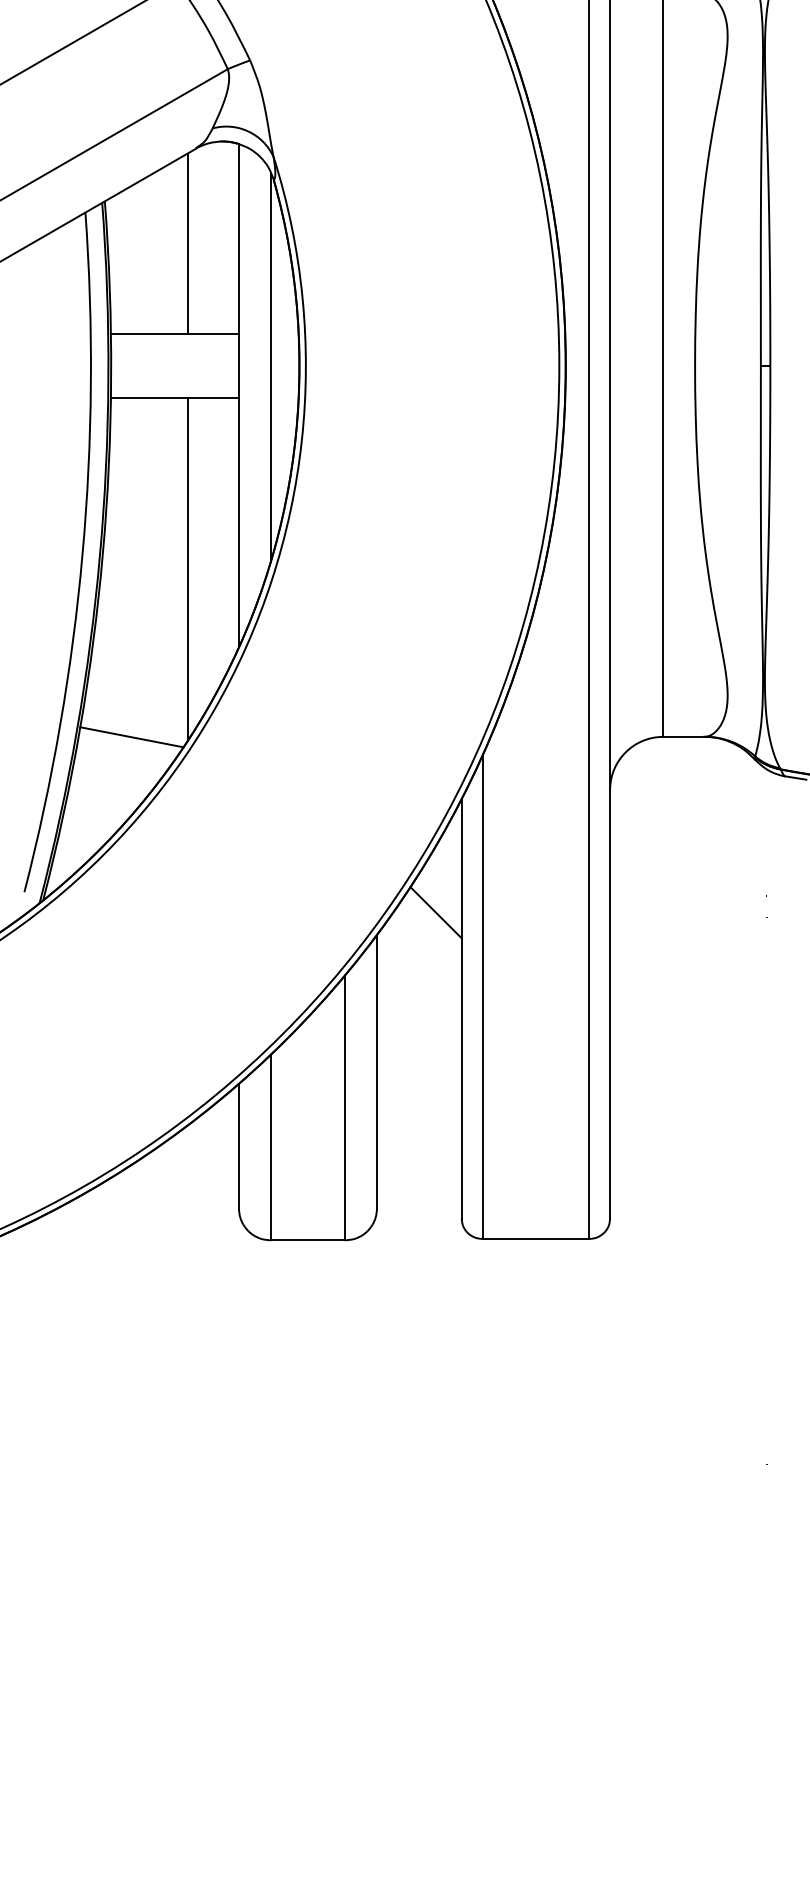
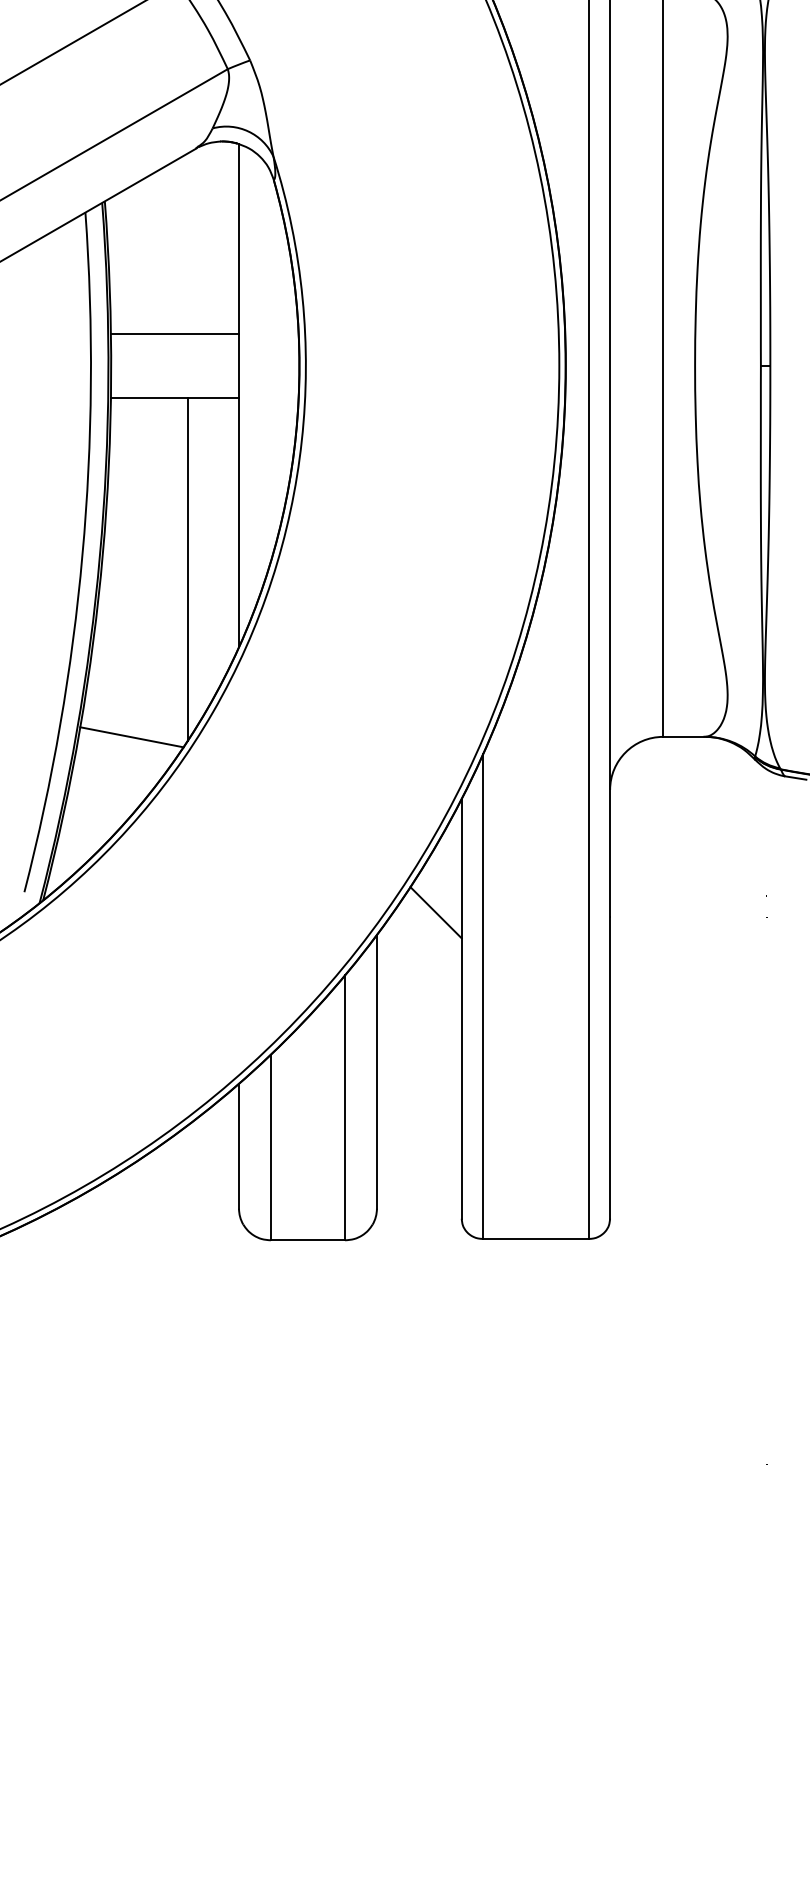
line at (187, 243): present -> none
line at (270, 366): present -> none
